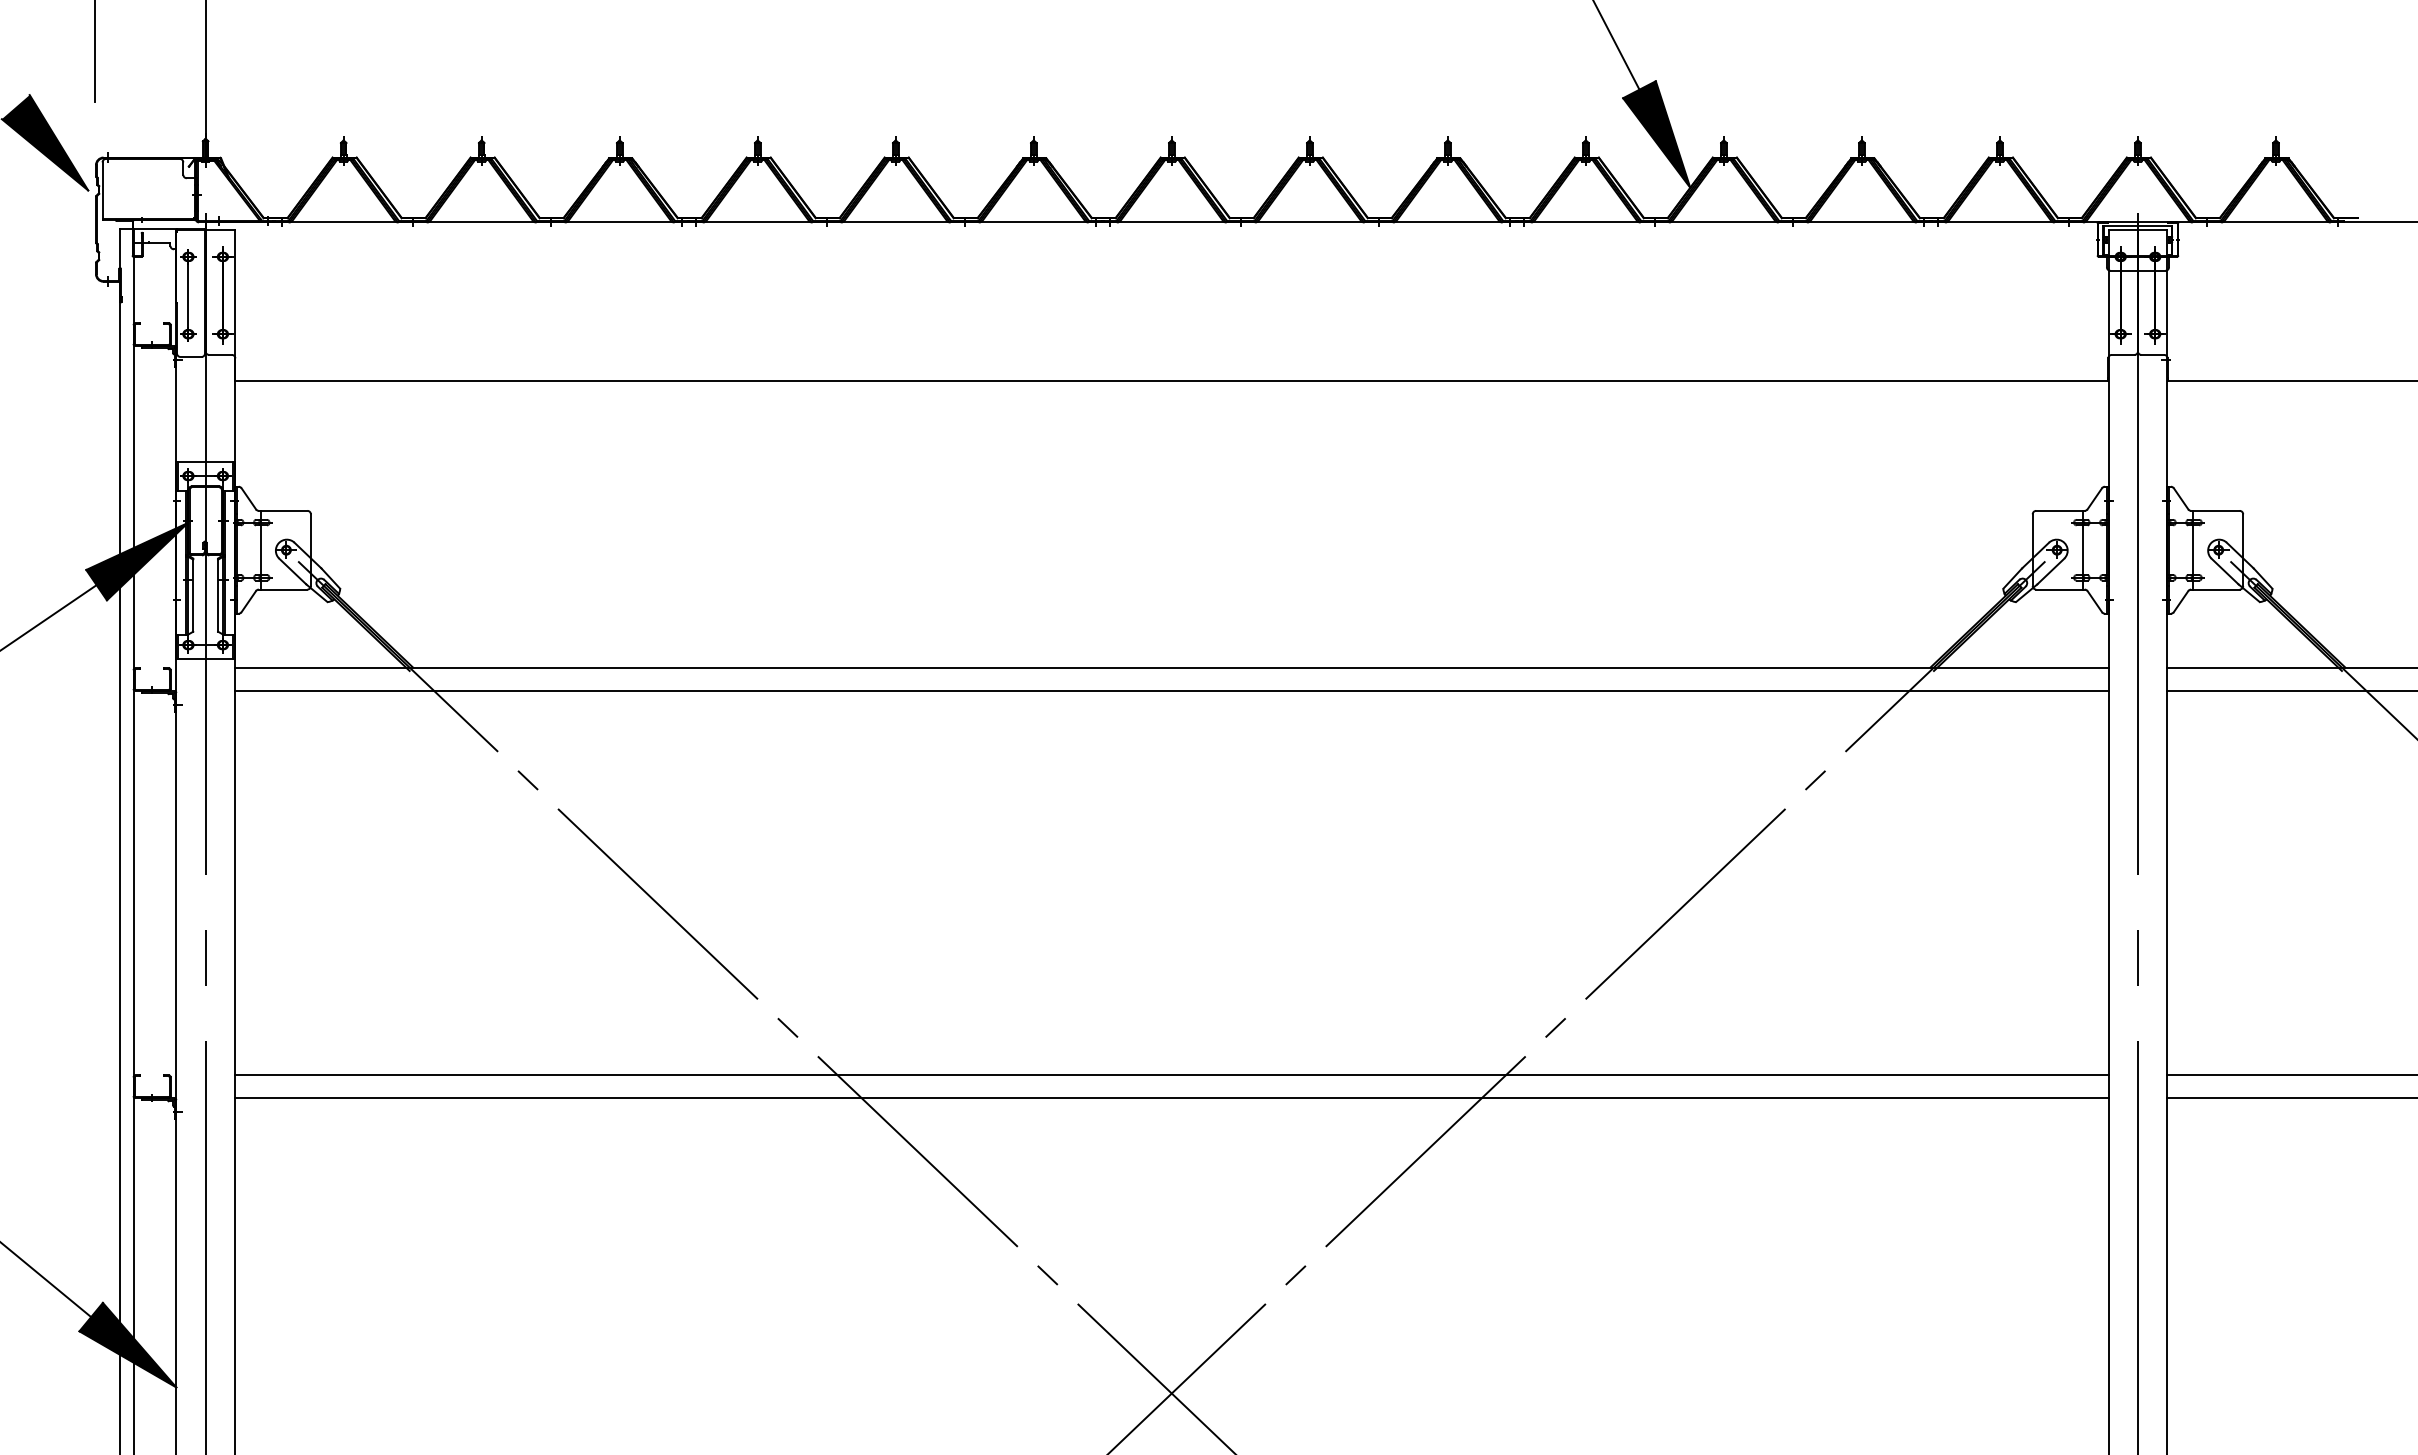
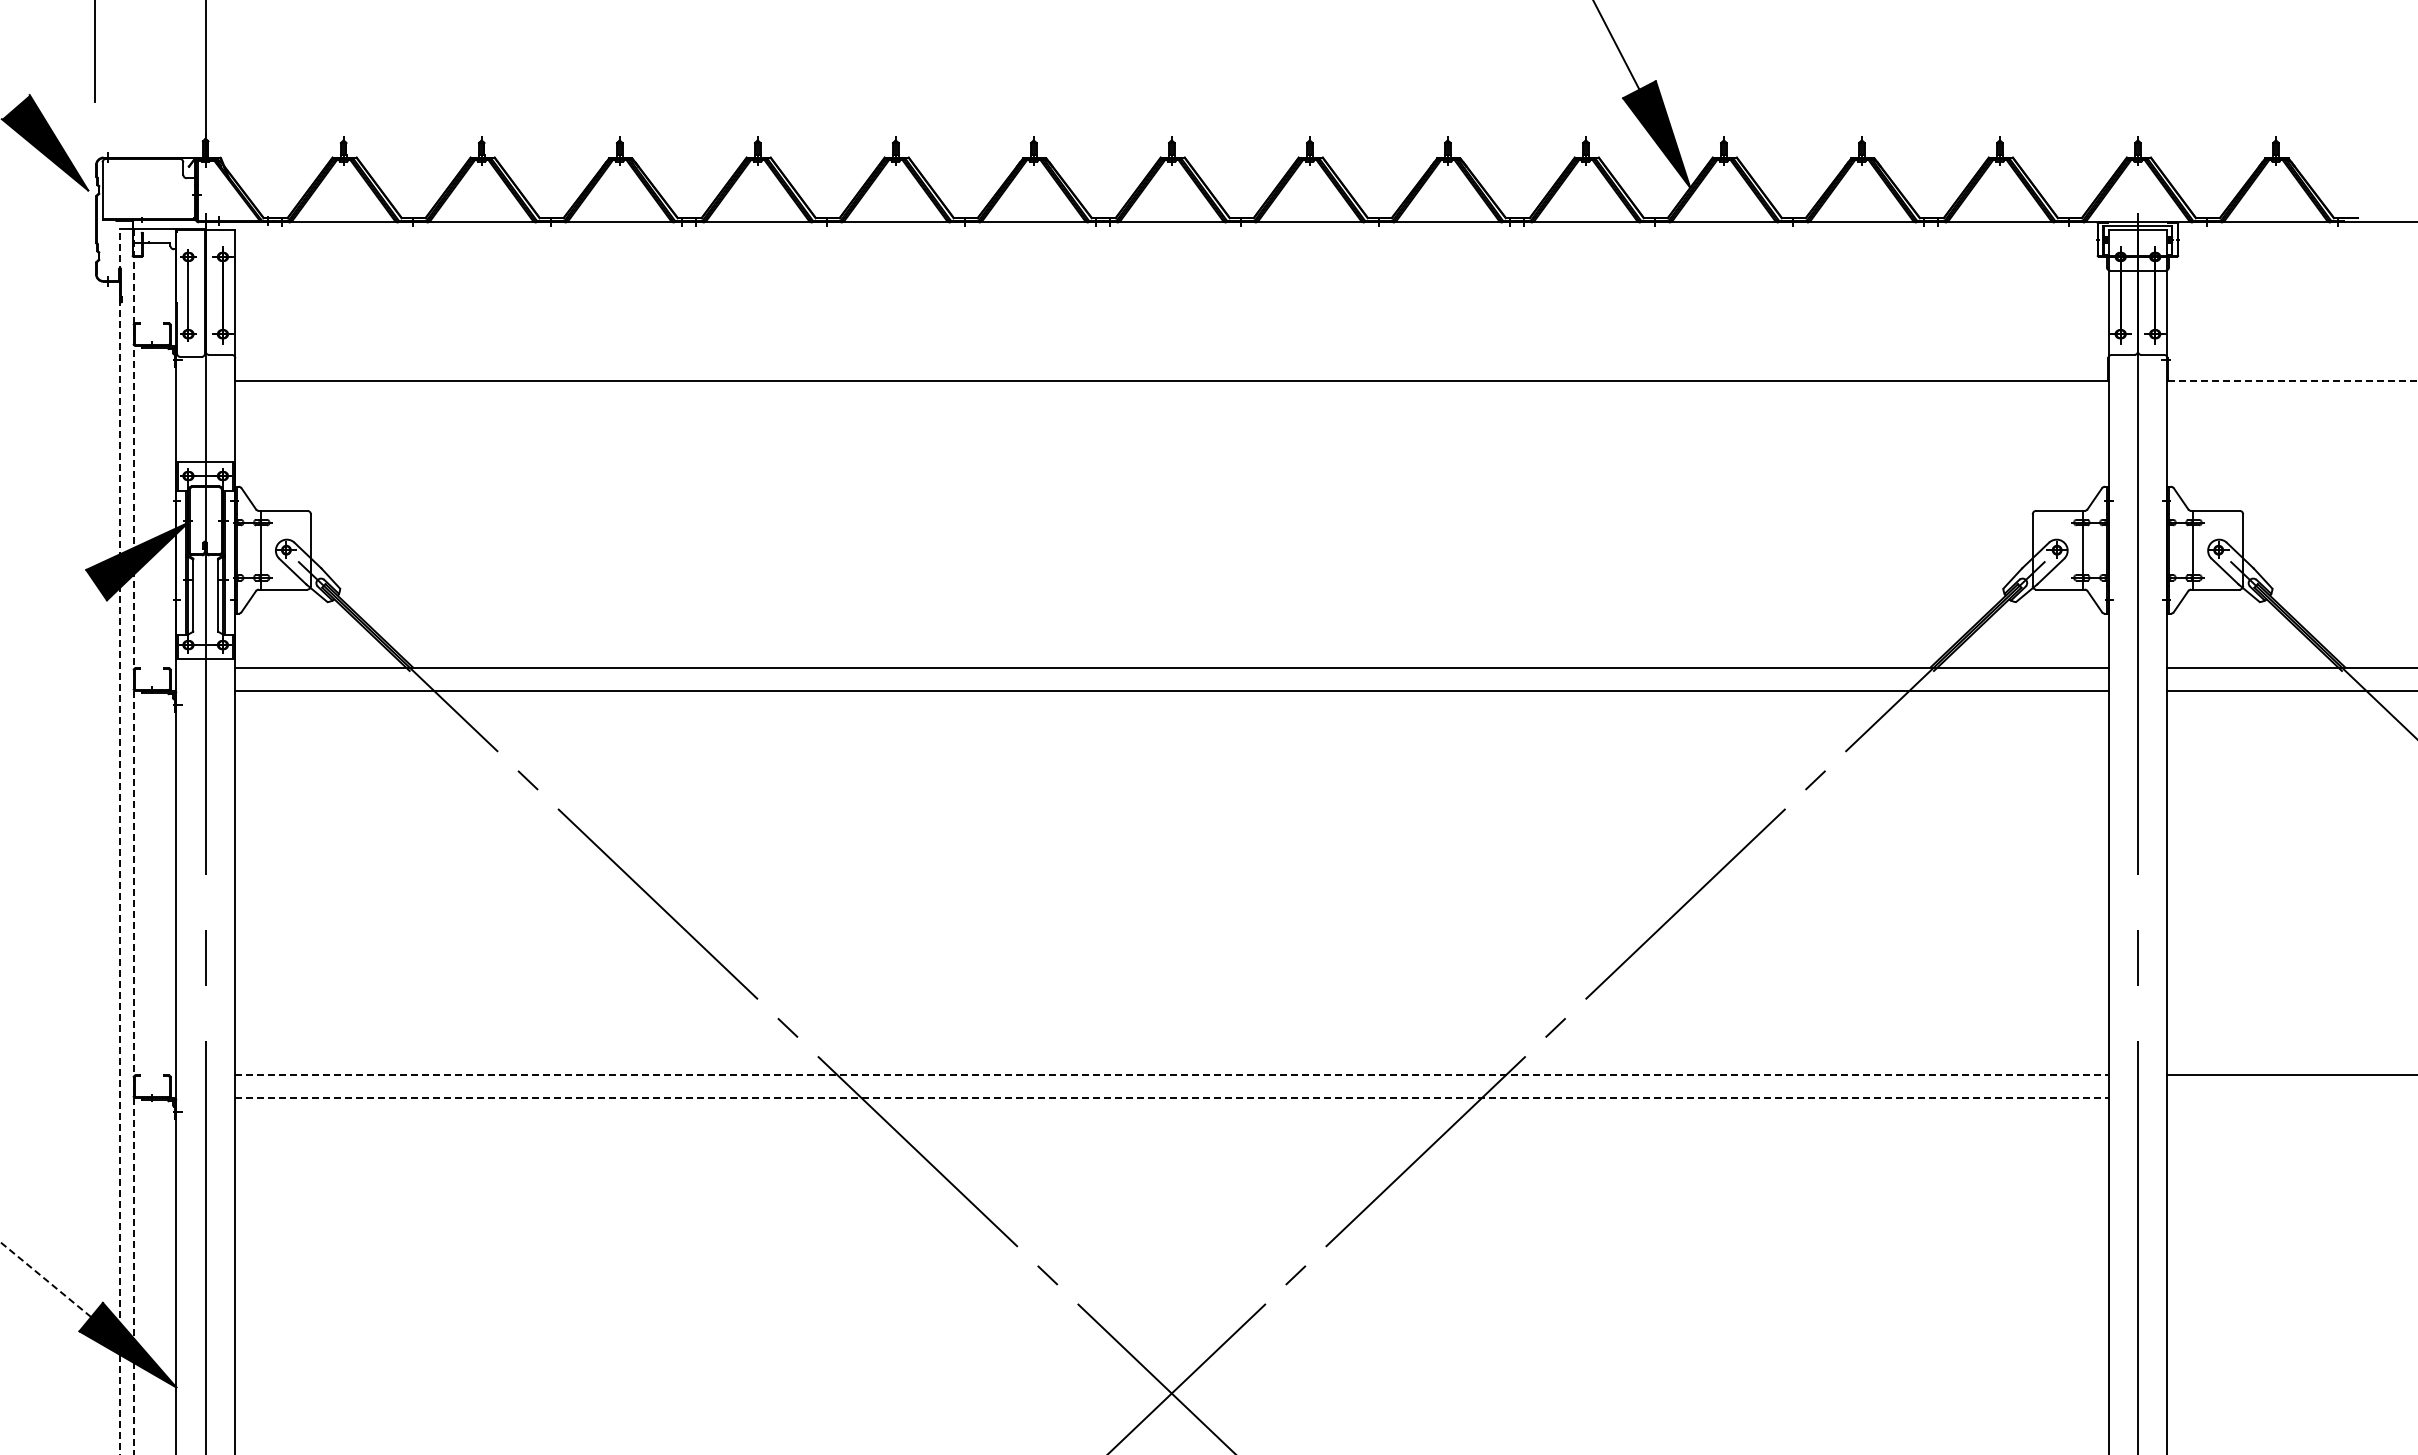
line at (2292, 381): solid -> dashed
line at (49, 617): present -> none
line at (119, 841): solid -> dashed
line at (133, 841): solid -> dashed
line at (1171, 1075): solid -> dashed
line at (1171, 1098): solid -> dashed
line at (2290, 1098): present -> none
line at (45, 1279): solid -> dashed
